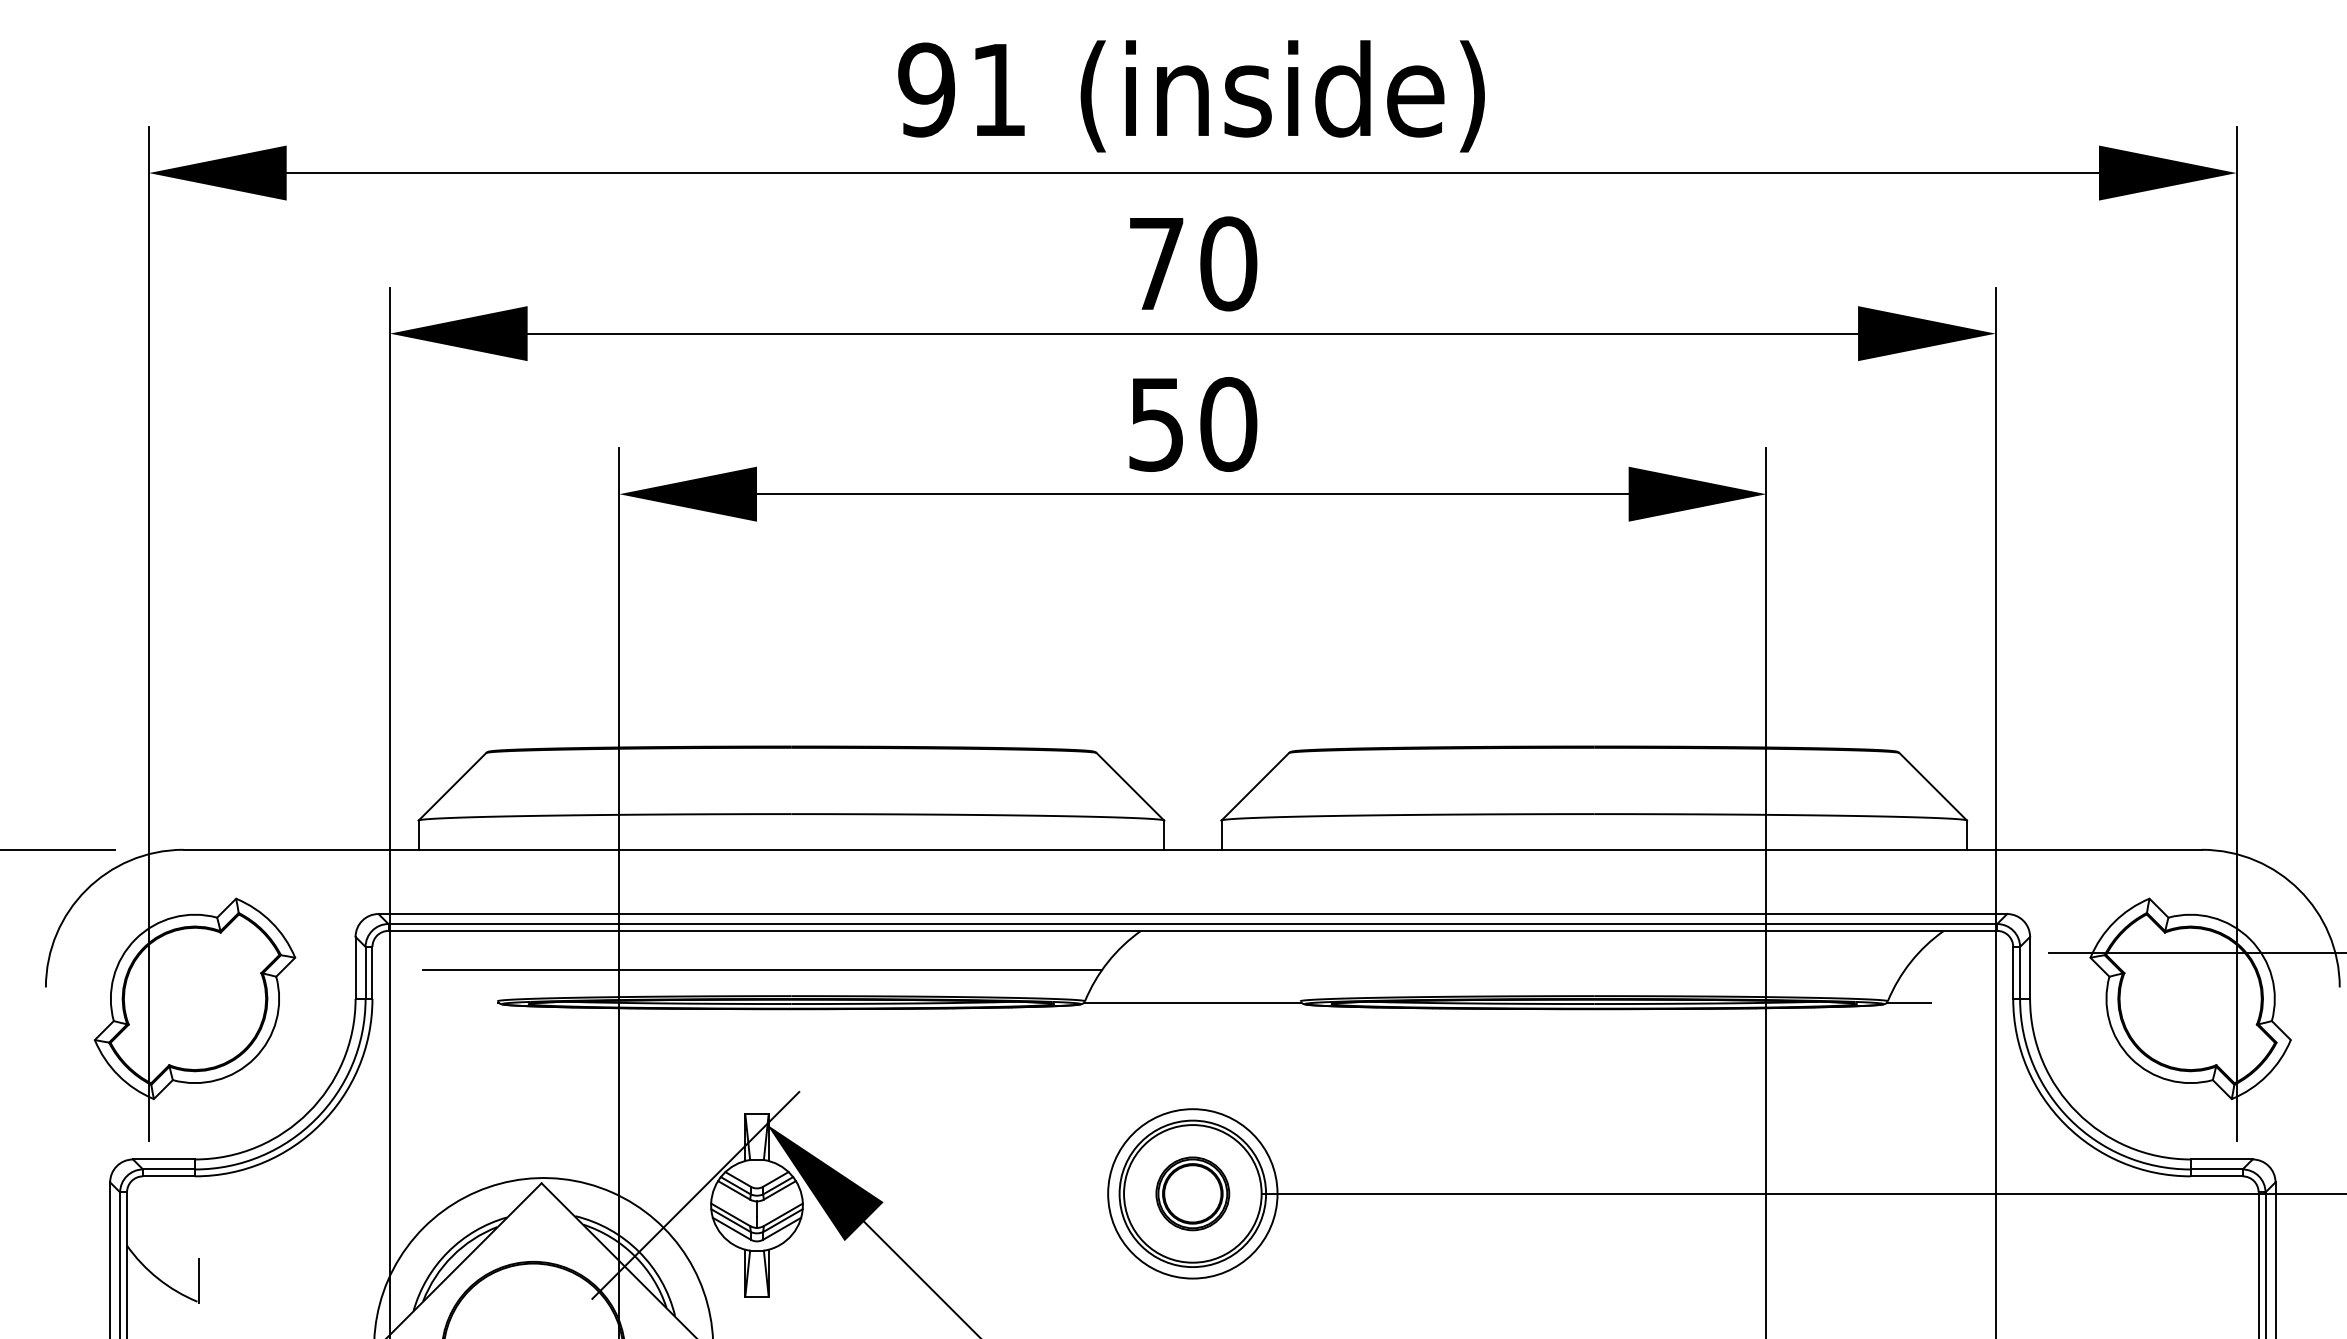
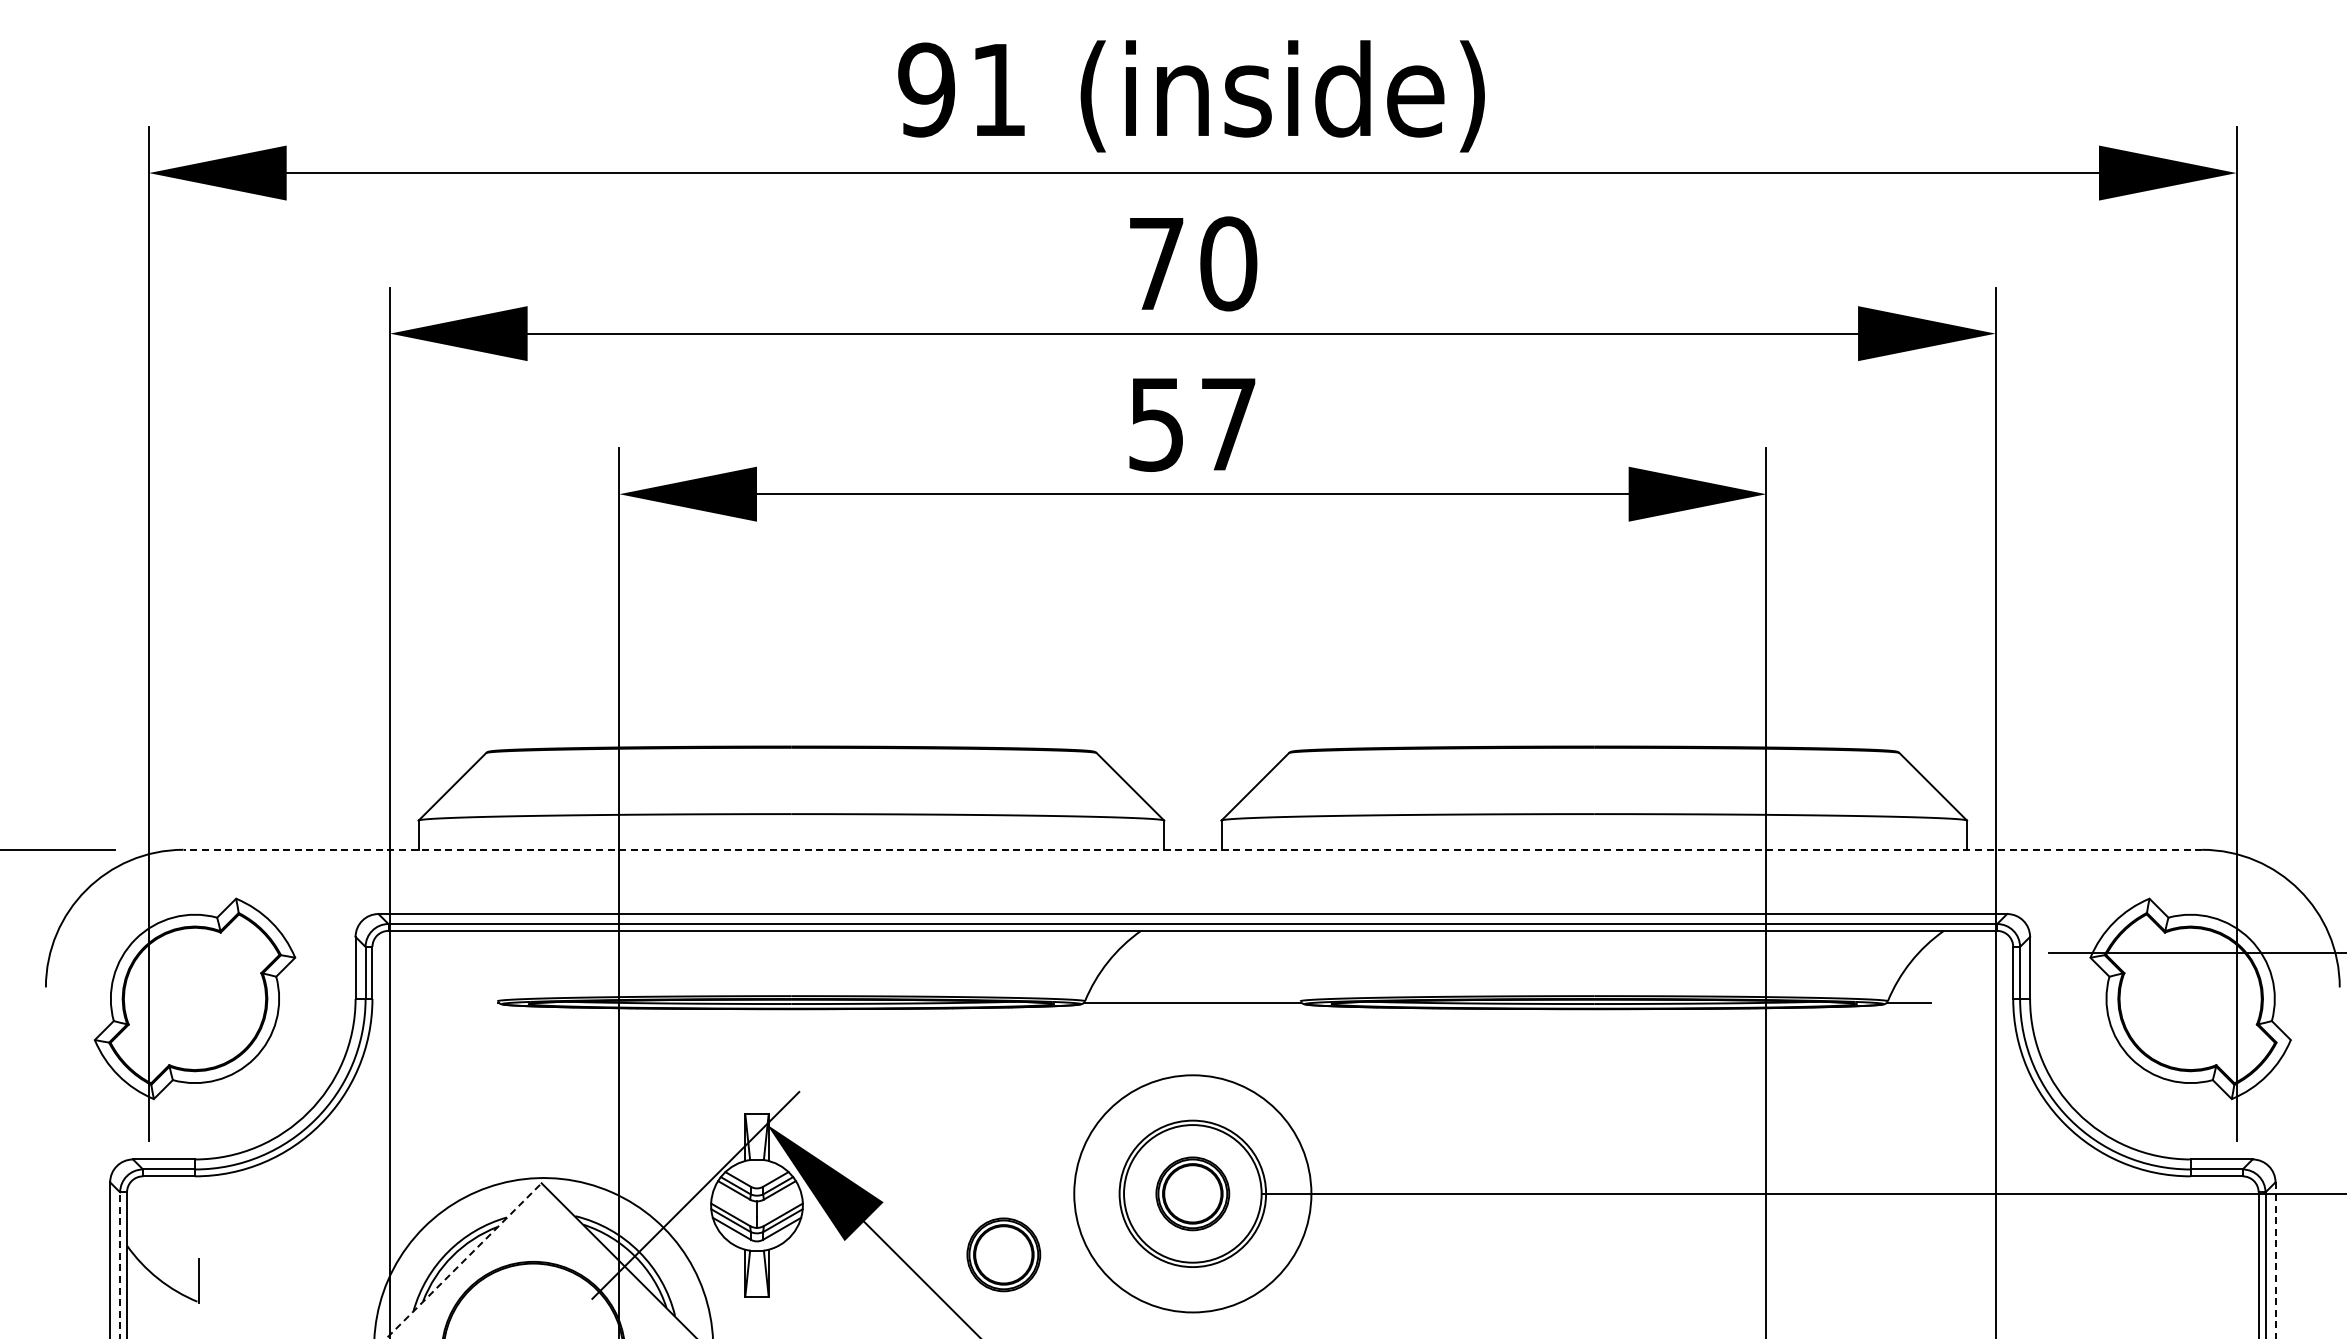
text at (1228, 424): 50 -> 57
line at (1192, 849): solid -> dashed
line at (762, 970): present -> none
circle at (1192, 1193) diameter: 169 px -> 237 px
part at (1003, 1254): none -> present
line at (464, 1260): solid -> dashed
line at (2275, 1260): solid -> dashed
line at (120, 1265): solid -> dashed
